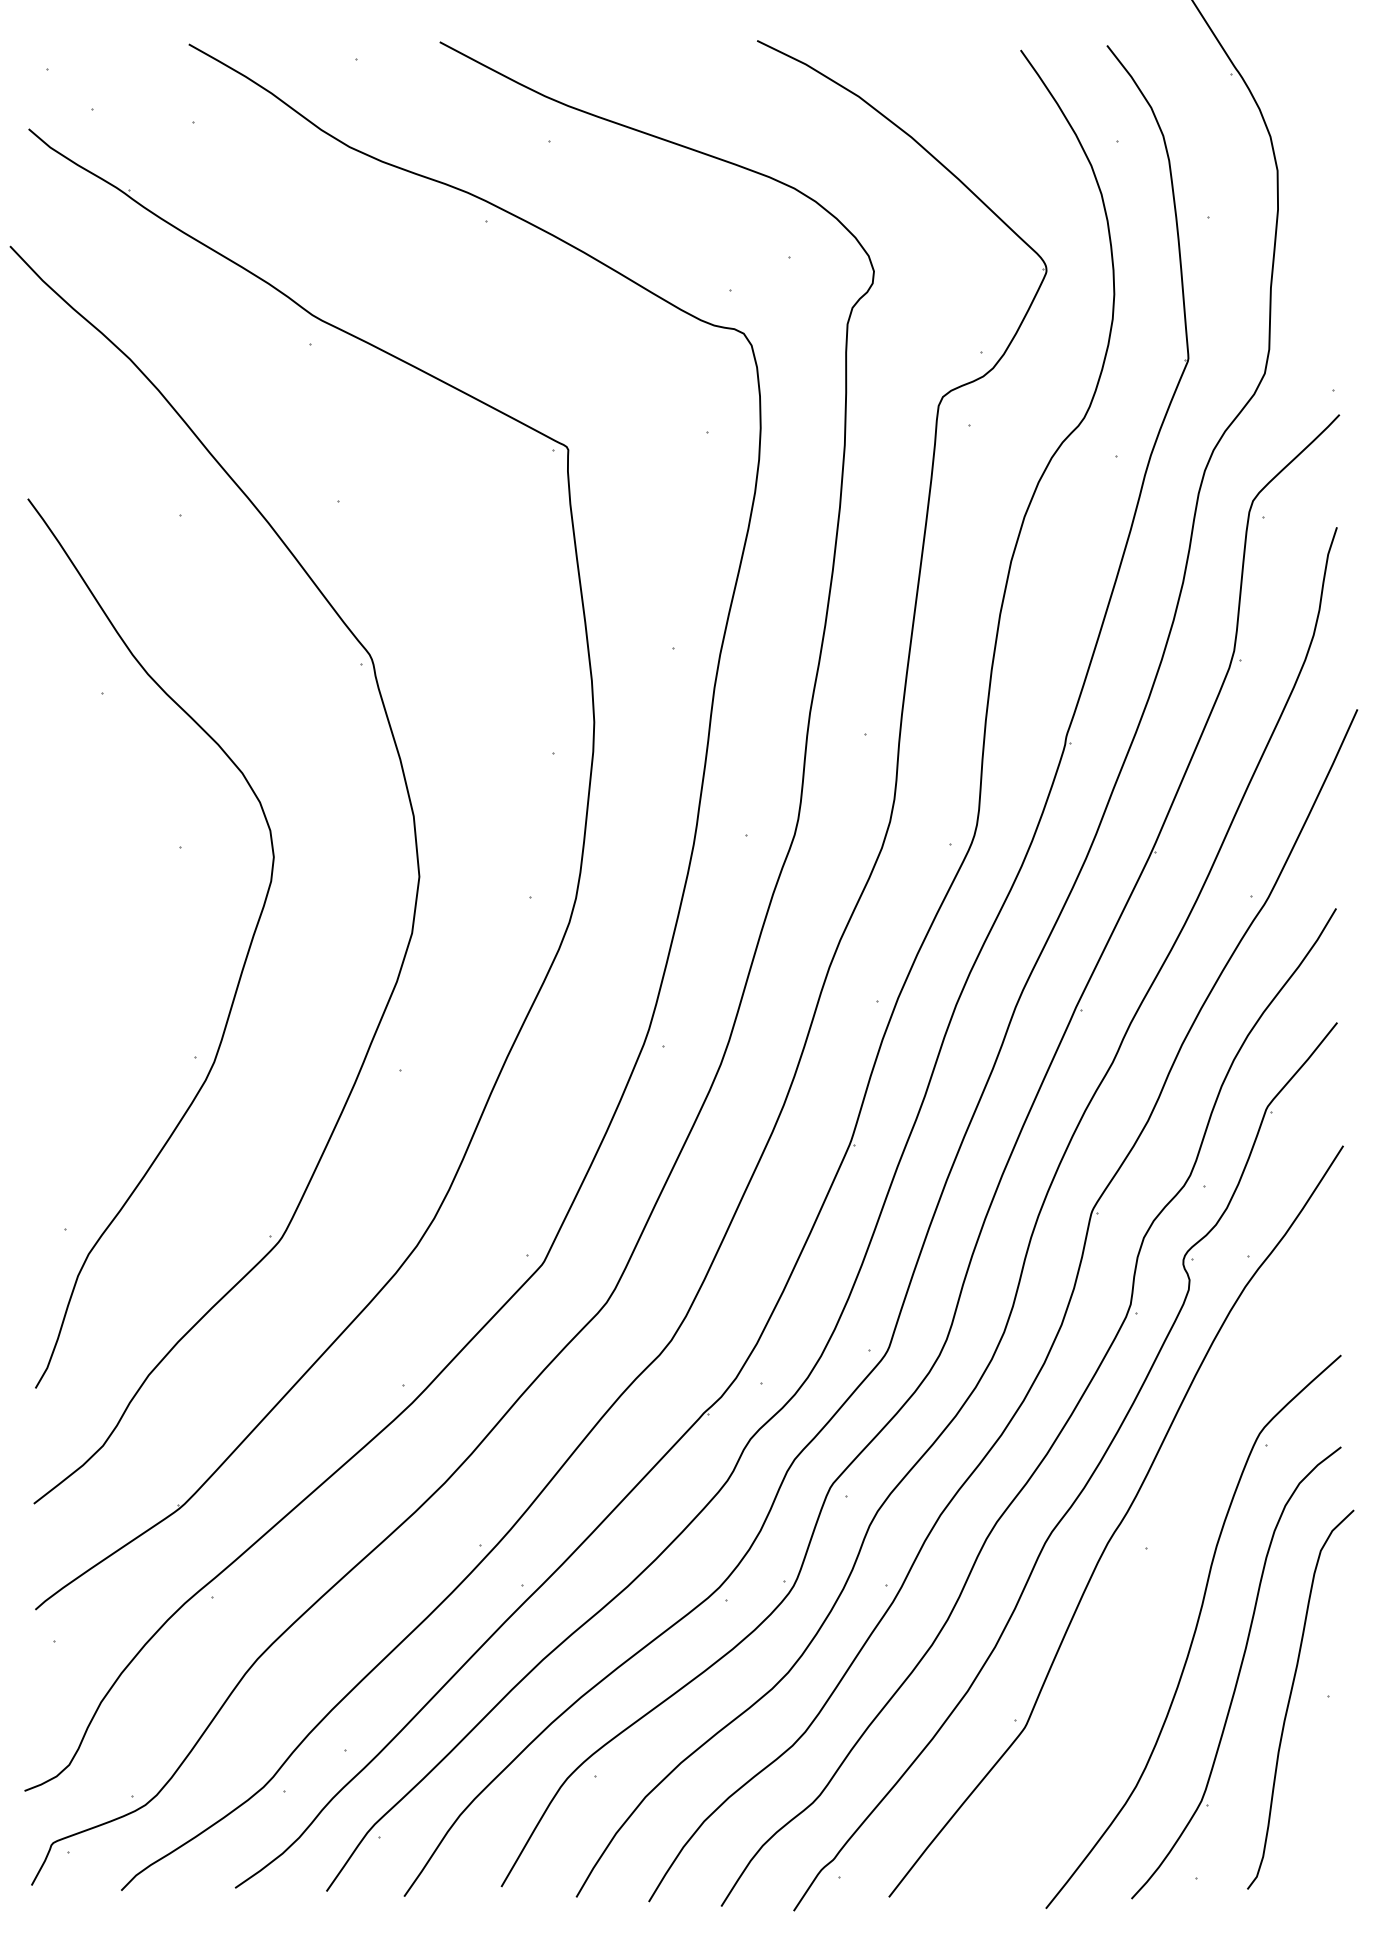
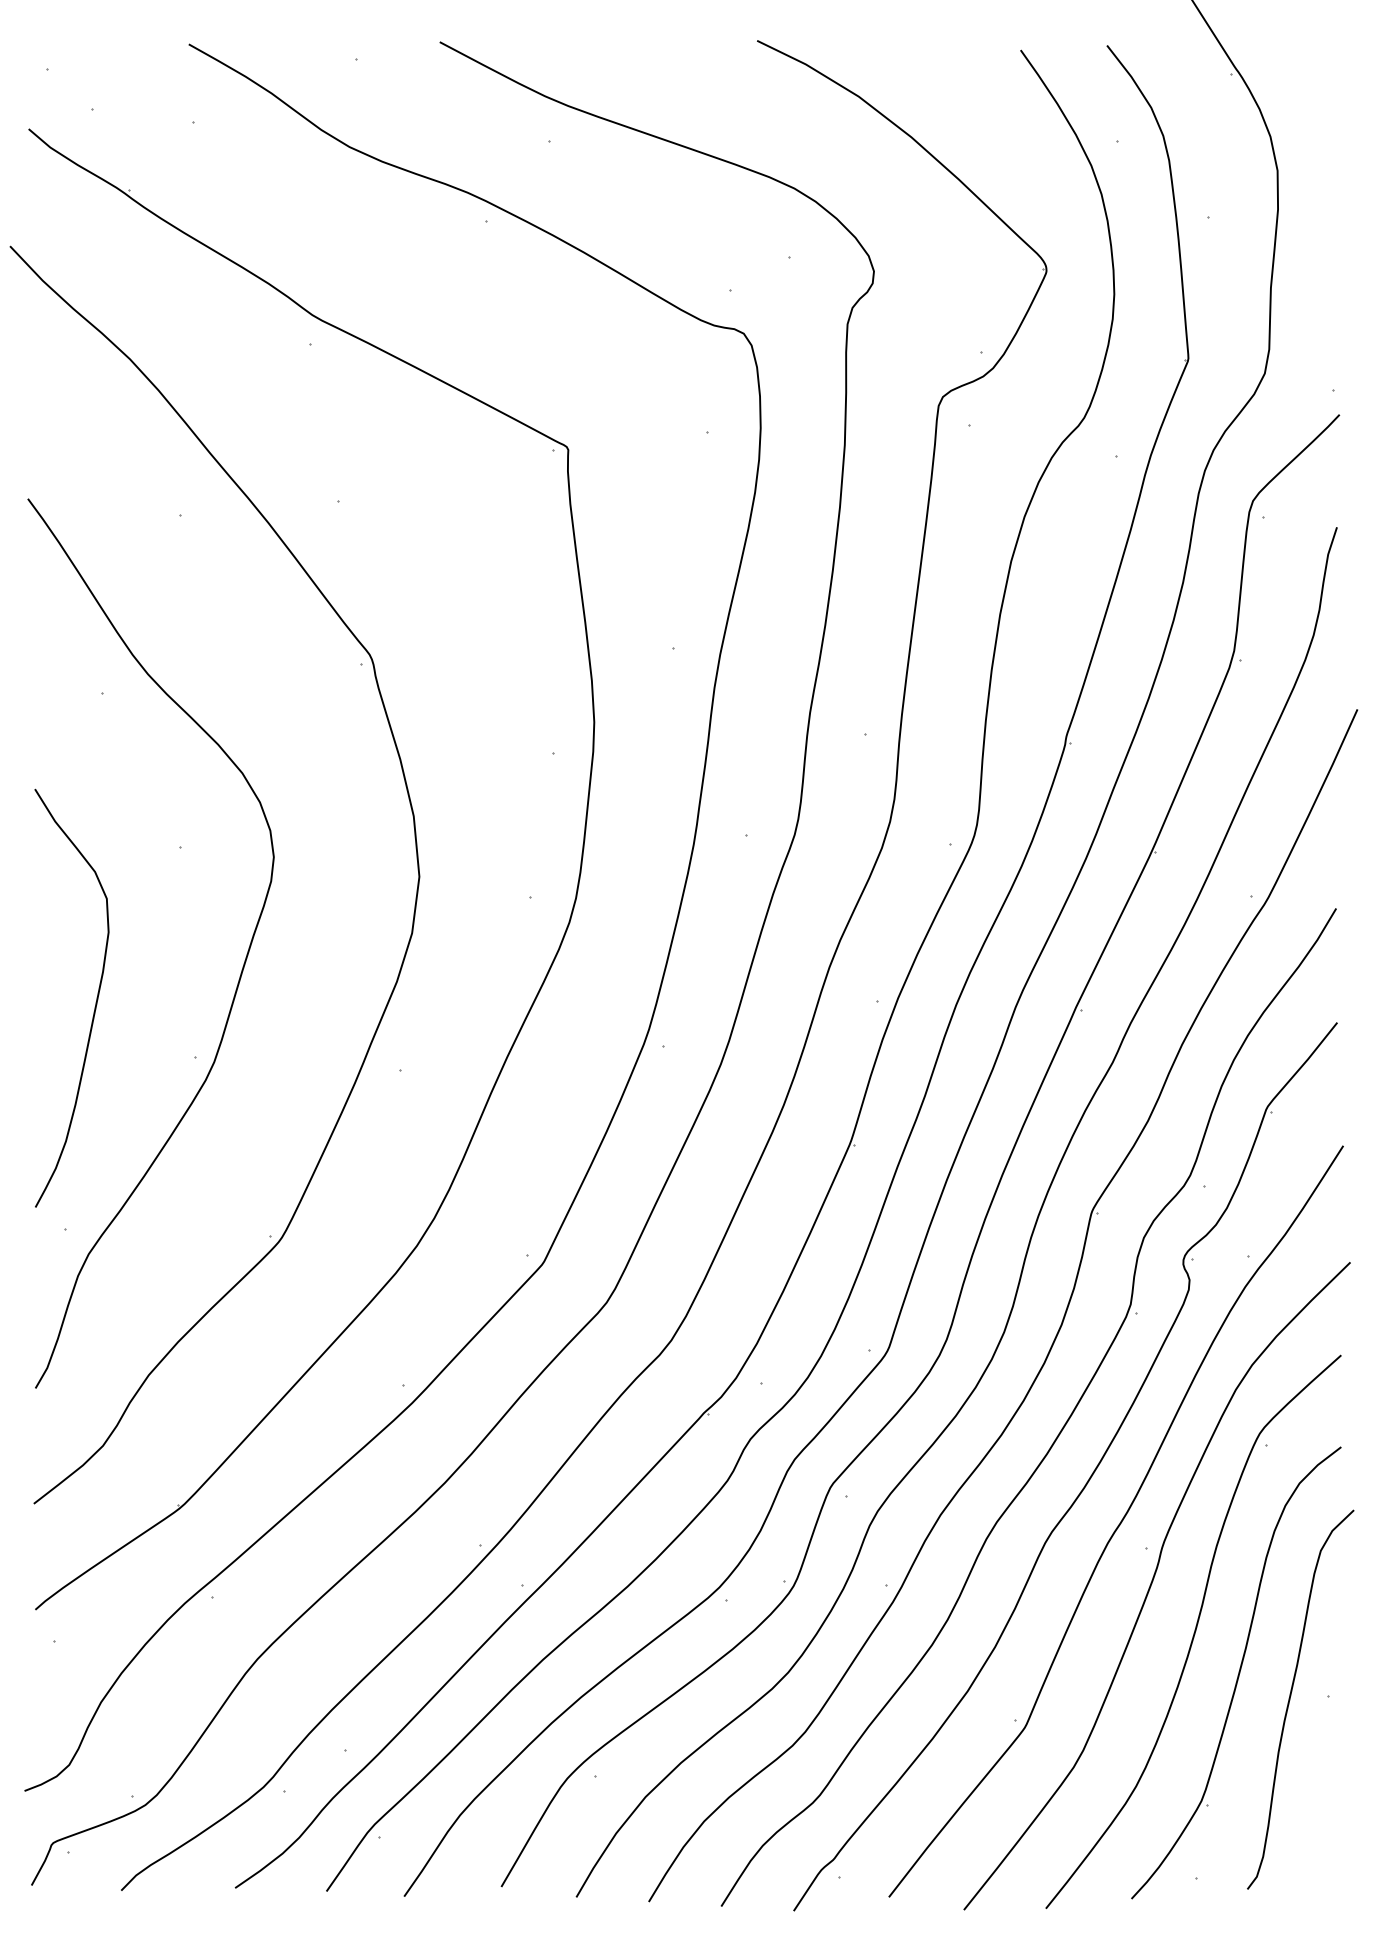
curve at (95, 1002): none -> present
curve at (1152, 1584): none -> present
